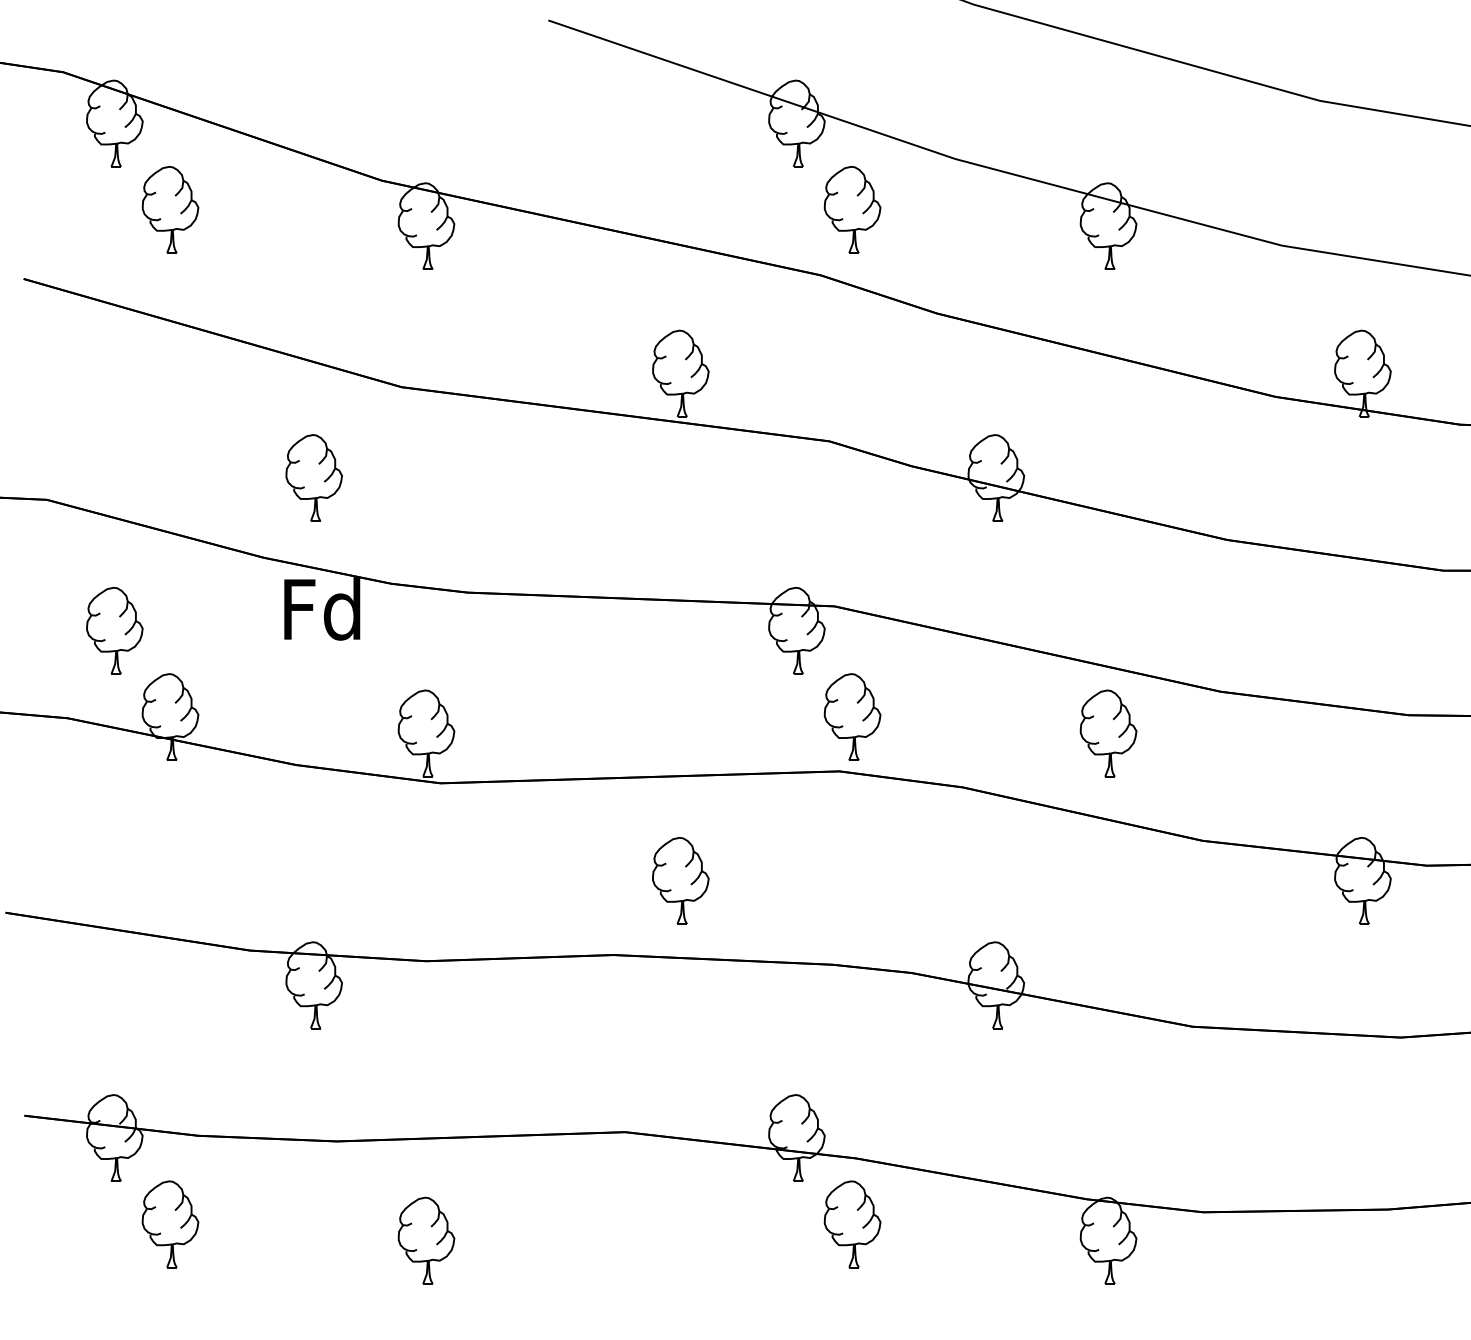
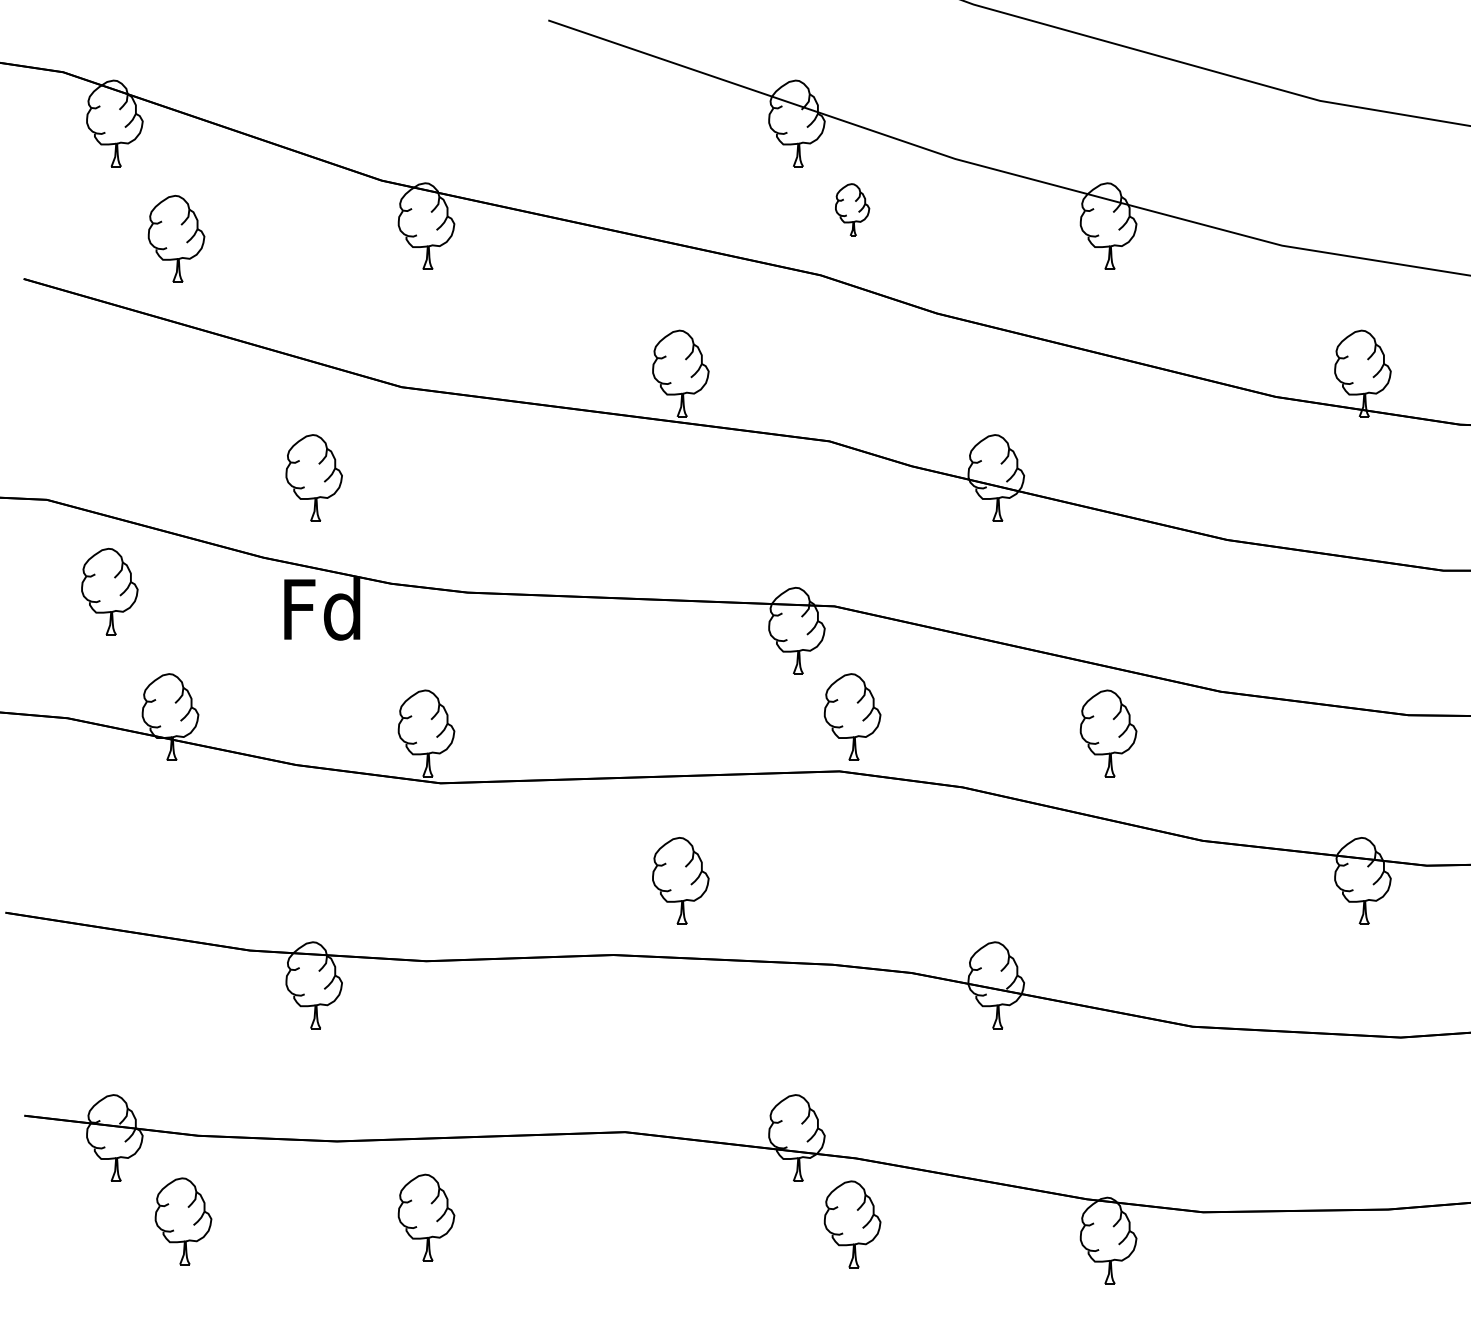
part at (170, 209) position: (170, 209) -> (176, 238)
part at (852, 209) size: 59x88 px -> 36x54 px
part at (114, 630) position: (114, 630) -> (109, 591)
part at (170, 1224) position: (170, 1224) -> (183, 1221)
part at (426, 1240) position: (426, 1240) -> (426, 1217)
